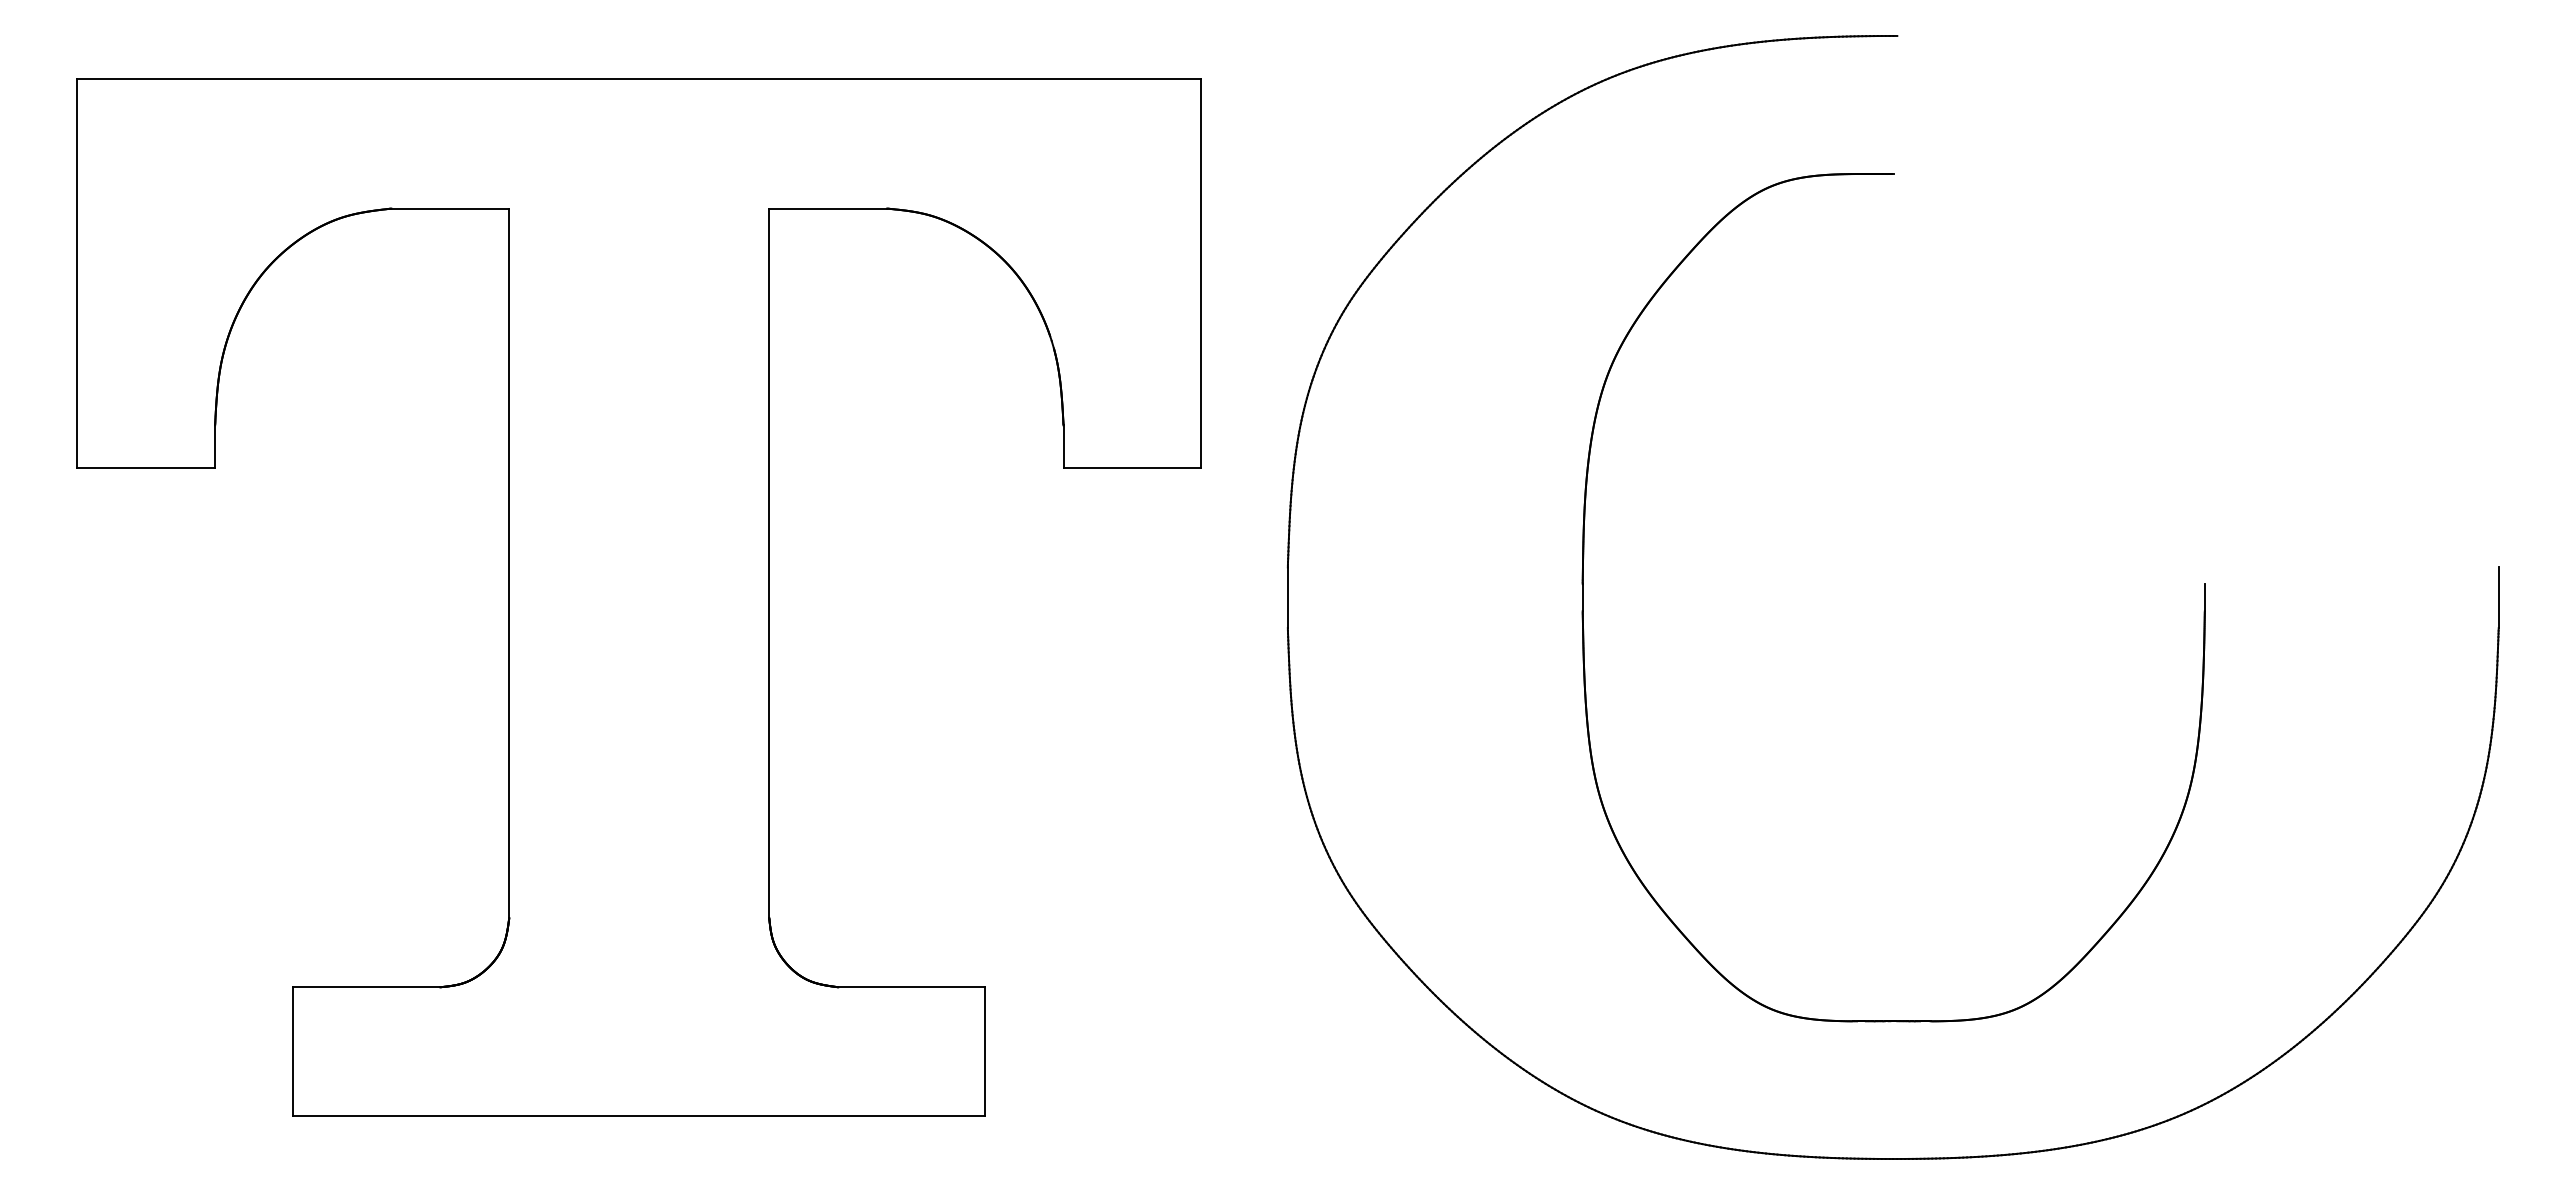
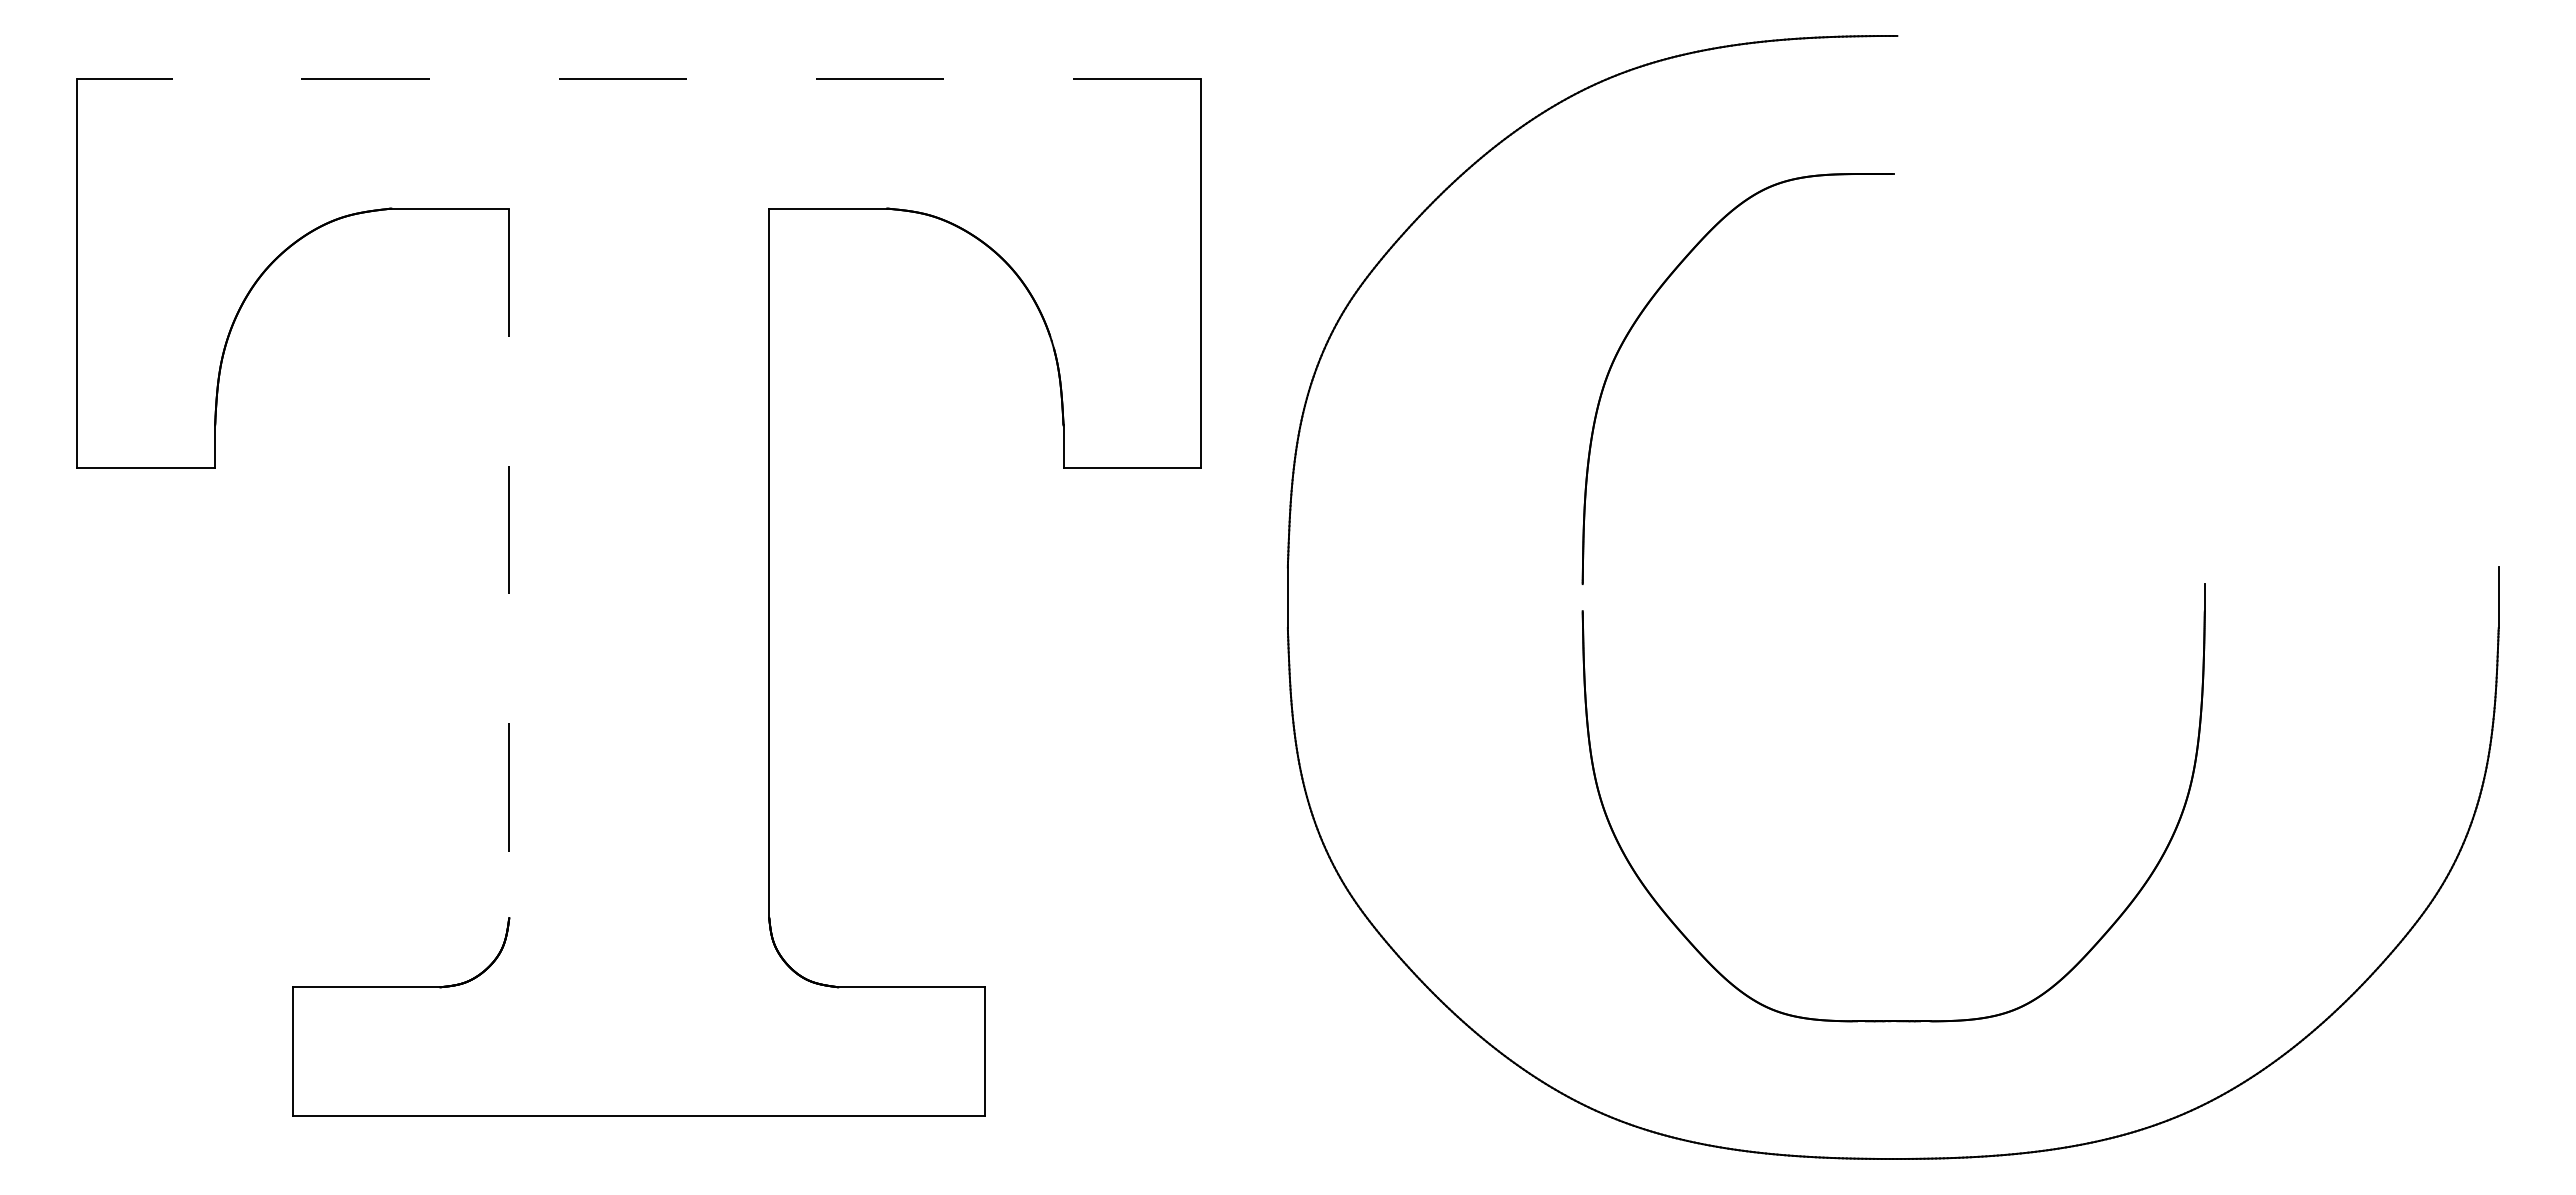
line at (638, 79): solid -> dashed
line at (509, 563): solid -> dashed
line at (1582, 597): present -> none
